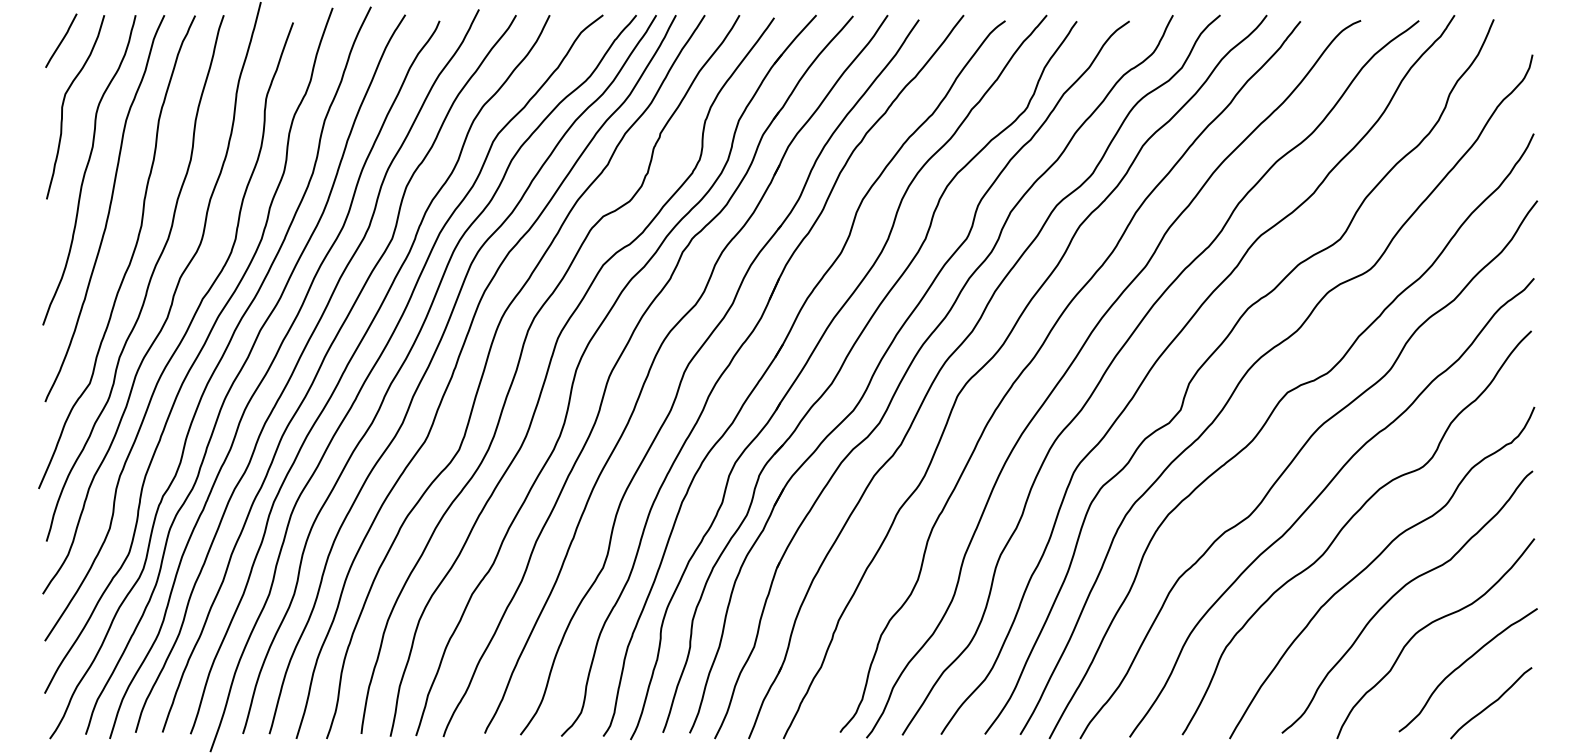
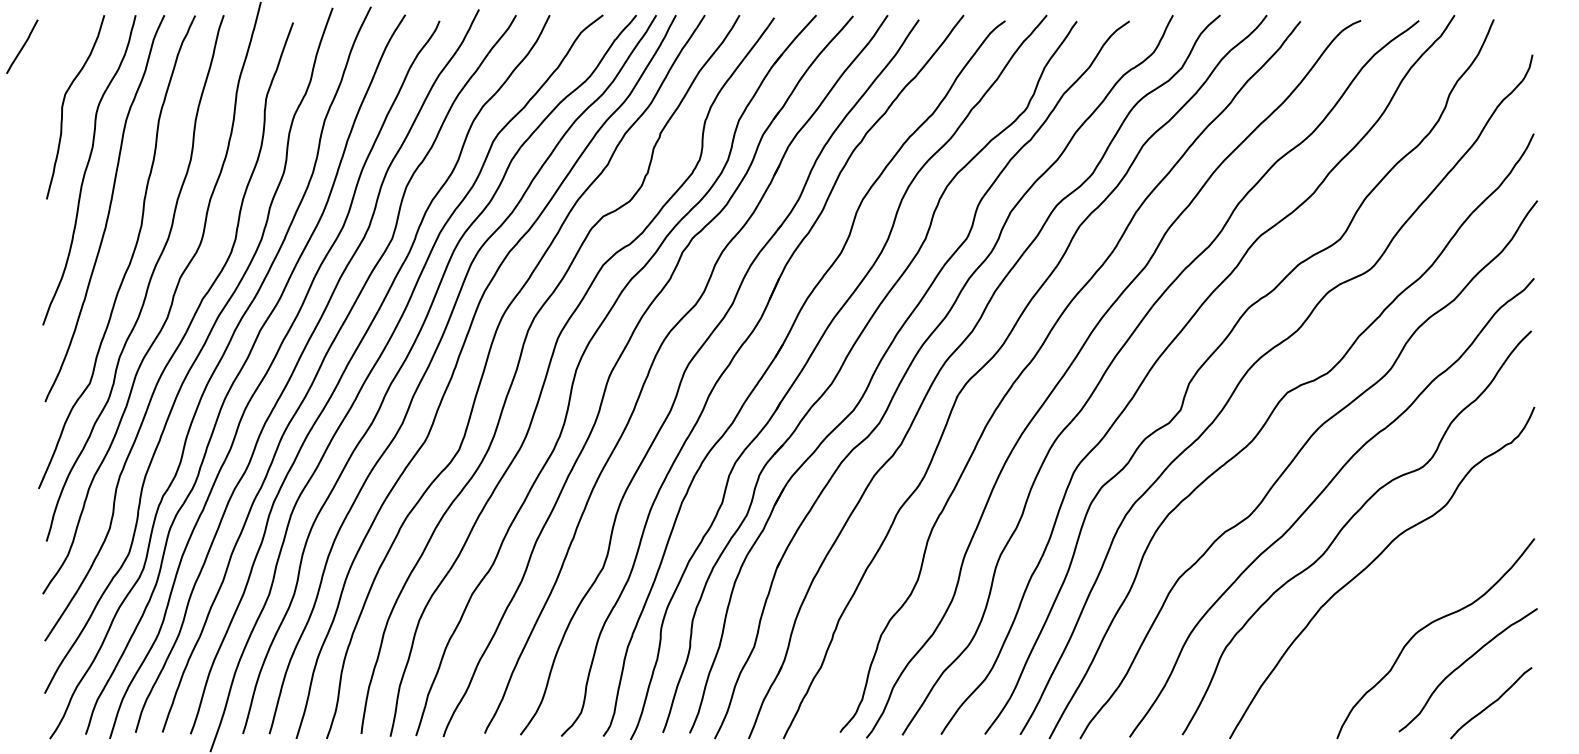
curve at (61, 40) position: (61, 40) -> (22, 46)
curve at (1401, 590): present -> none
